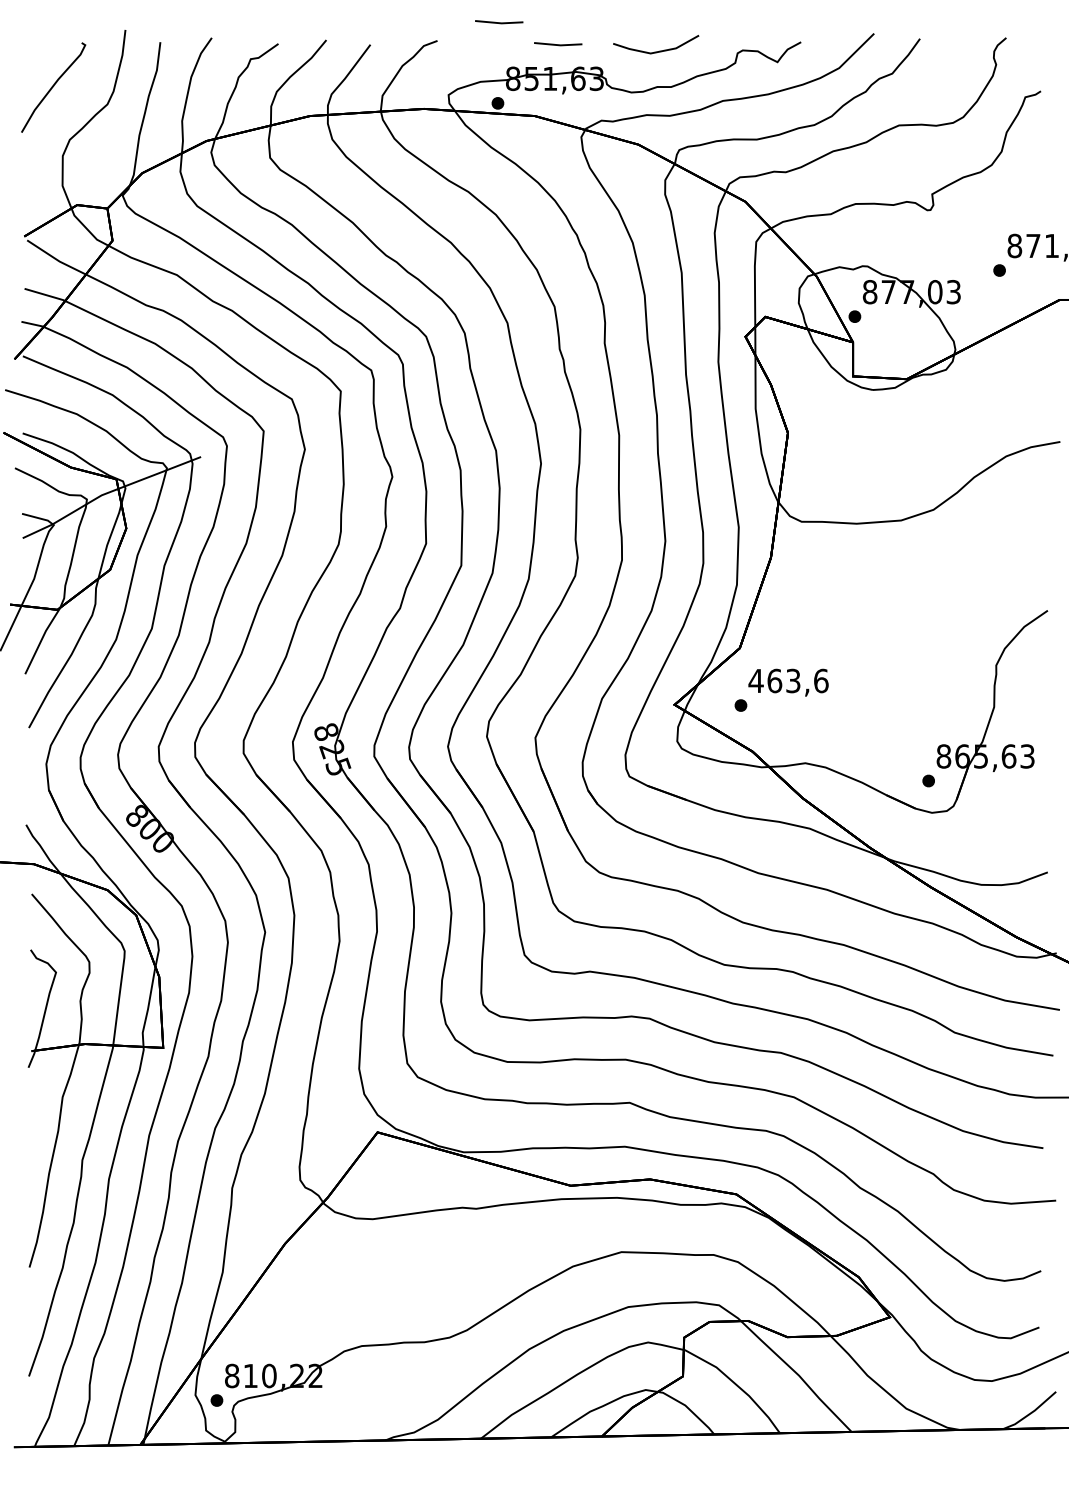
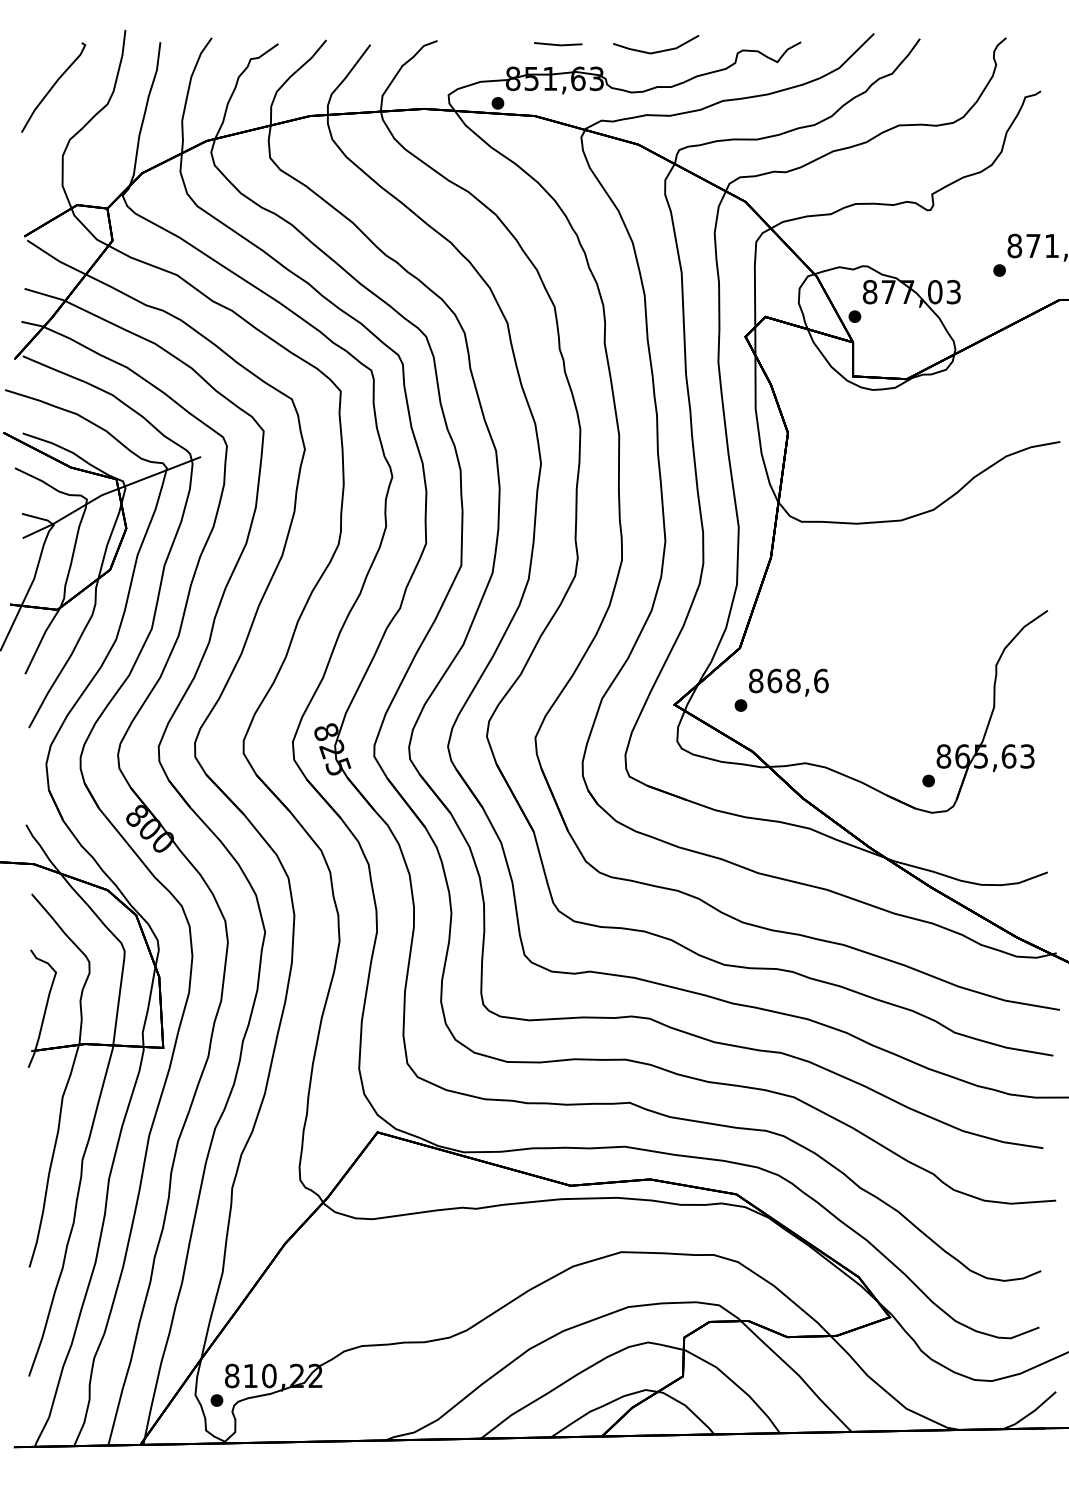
line at (499, 22): present -> none
text at (774, 680): 463,6 -> 868,6
